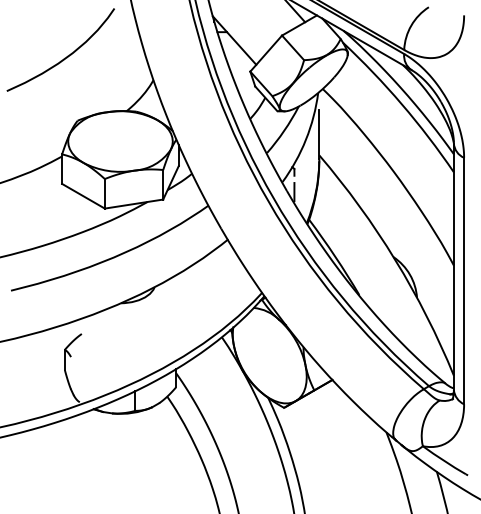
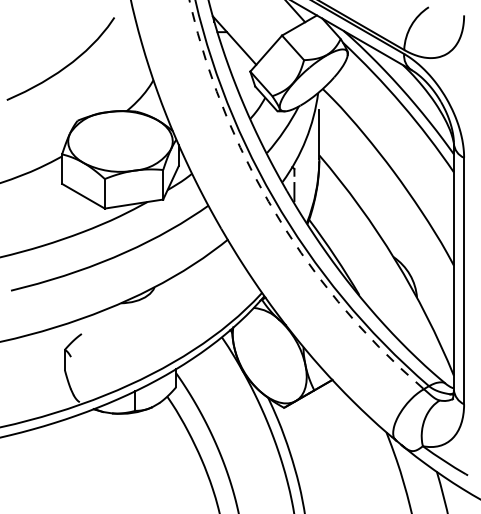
curve at (67, 55) position: (67, 55) -> (67, 64)
arc at (275, 213): solid -> dashed
